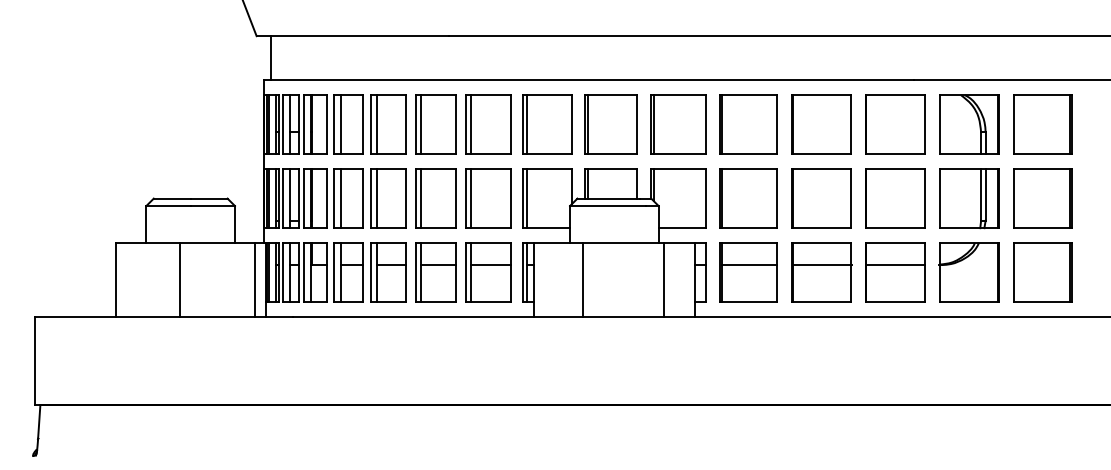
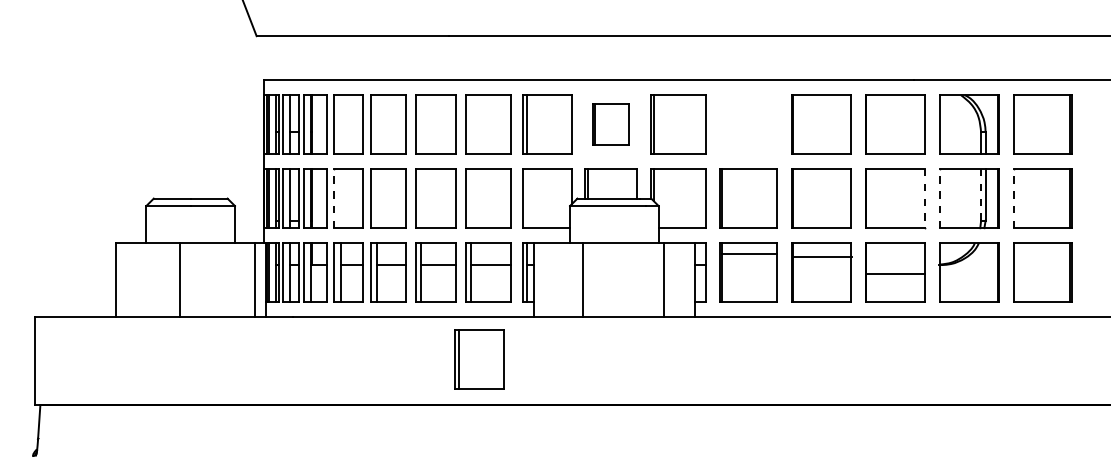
line at (271, 58): present -> none
line at (340, 124): present -> none
line at (377, 124): present -> none
line at (421, 124): present -> none
line at (471, 124): present -> none
part at (610, 124) size: 54x61 px -> 38x43 px
part at (748, 124): present -> none
line at (981, 194): solid -> dashed
line at (334, 198): solid -> dashed
line at (340, 198): present -> none
line at (377, 198): present -> none
line at (421, 198): present -> none
line at (471, 198): present -> none
line at (527, 198): present -> none
line at (924, 198): solid -> dashed
line at (940, 198): solid -> dashed
line at (1013, 198): solid -> dashed
line at (749, 265) position: (749, 265) -> (749, 254)
line at (822, 265) position: (822, 265) -> (822, 257)
line at (895, 265) position: (895, 265) -> (895, 274)
part at (479, 359): none -> present
